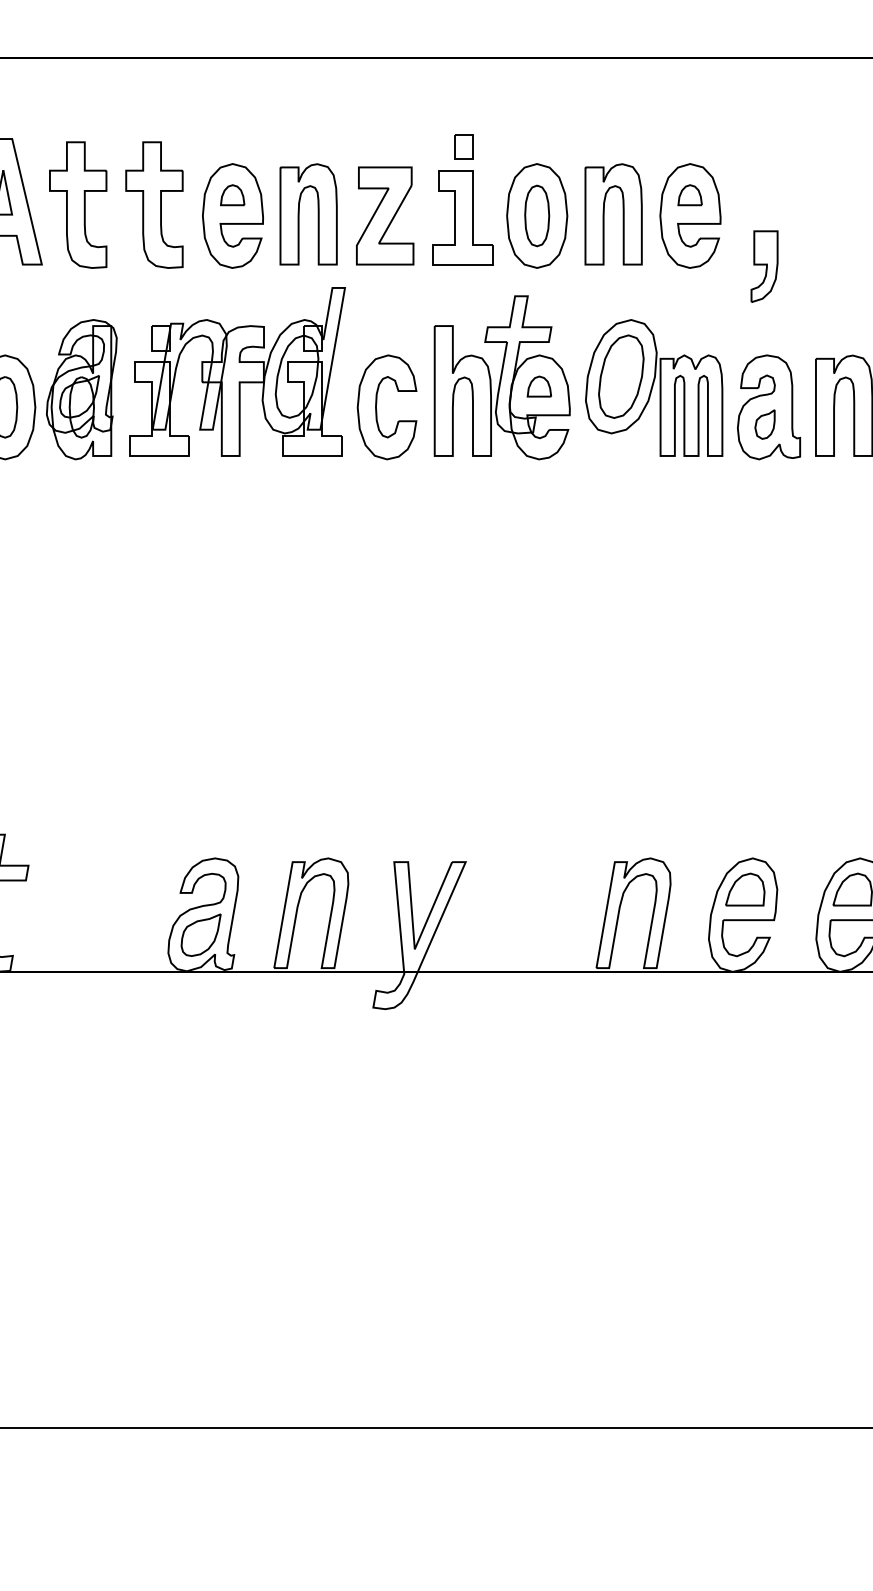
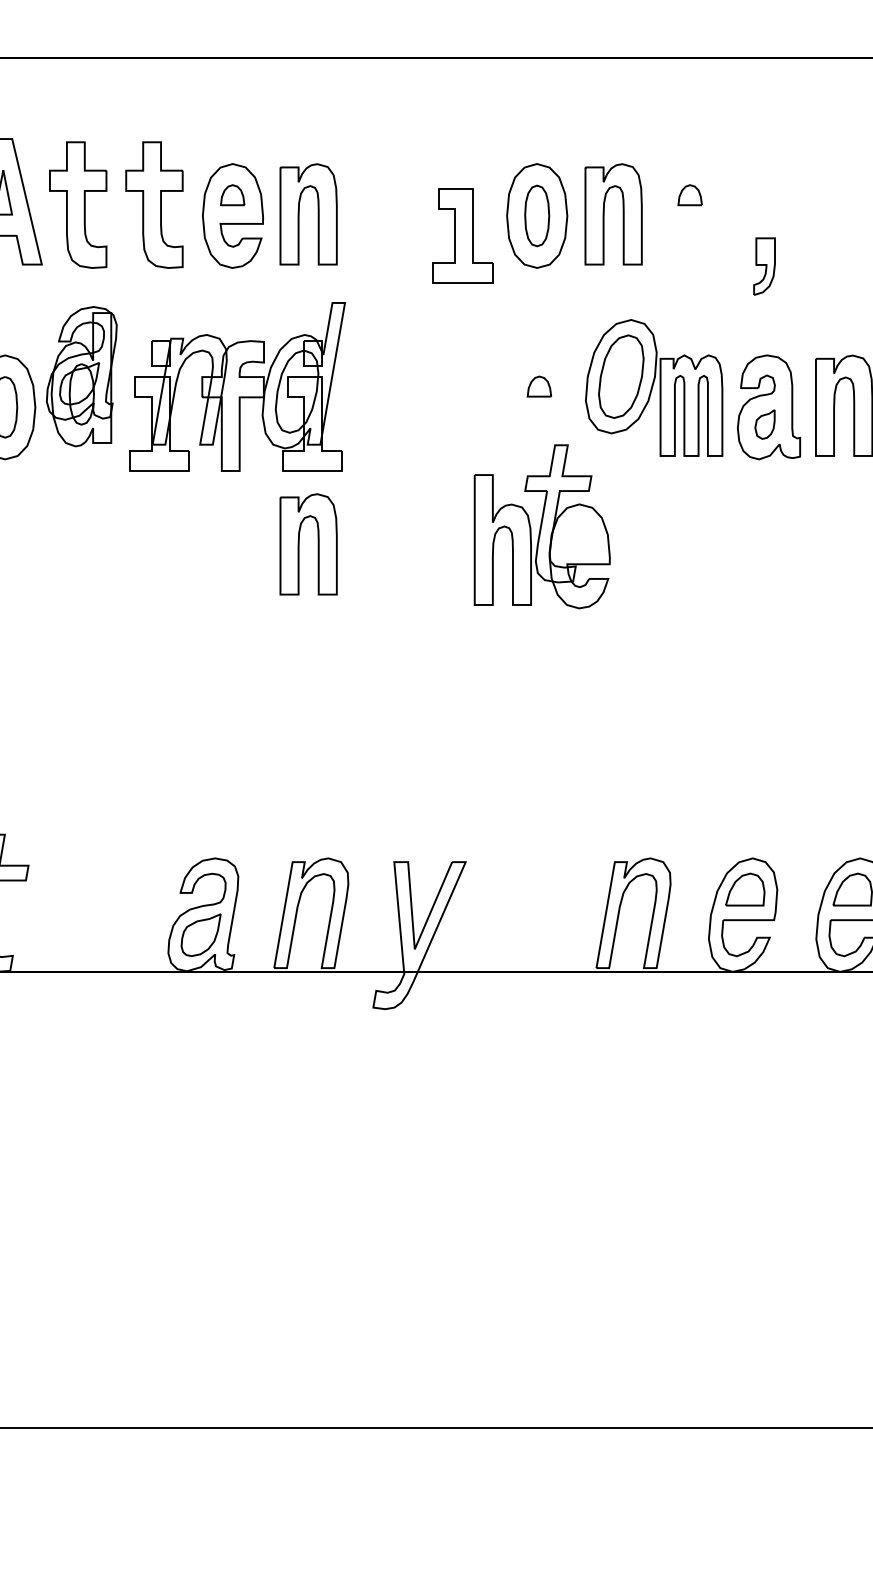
part at (463, 146): present -> none
part at (385, 215): present -> none
part at (690, 215): present -> none
part at (462, 217) position: (462, 217) -> (462, 235)
part at (764, 266) size: 29x73 px -> 23x59 px
part at (237, 371) position: (237, 371) -> (237, 386)
part at (501, 377) position: (501, 377) -> (541, 526)
part at (81, 389) position: (81, 389) -> (81, 376)
part at (377, 410): present -> none
part at (299, 544): none -> present
